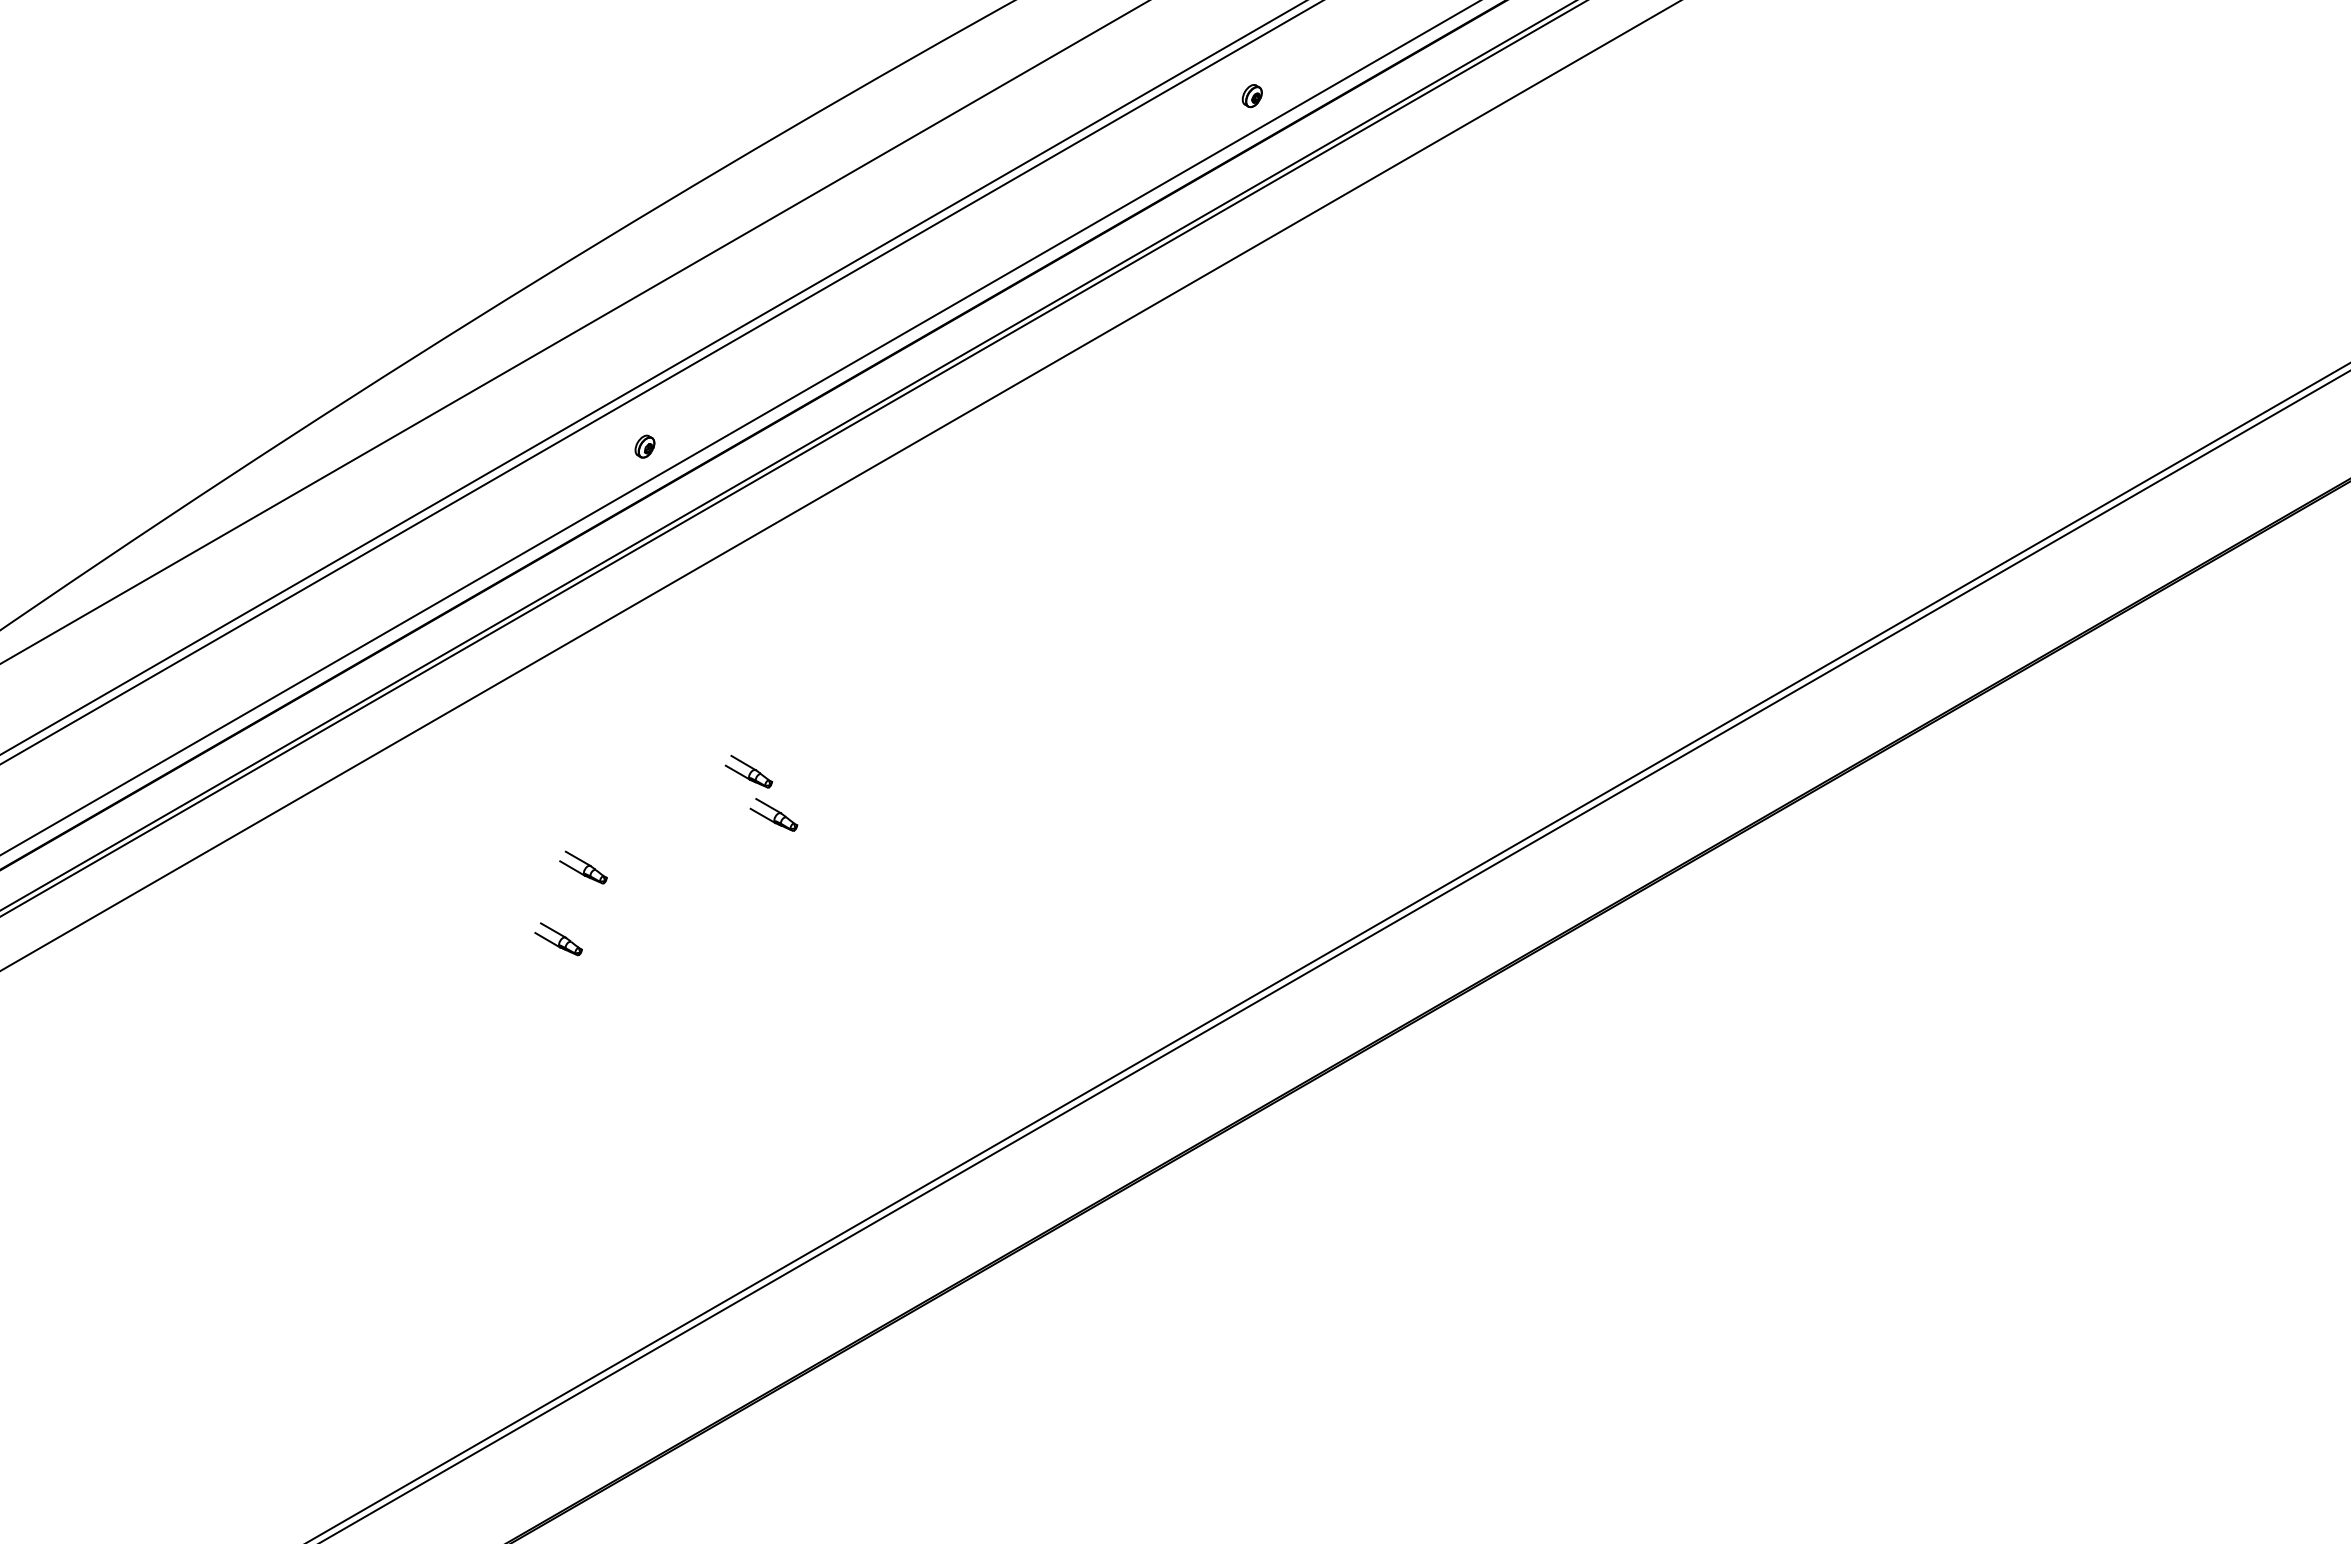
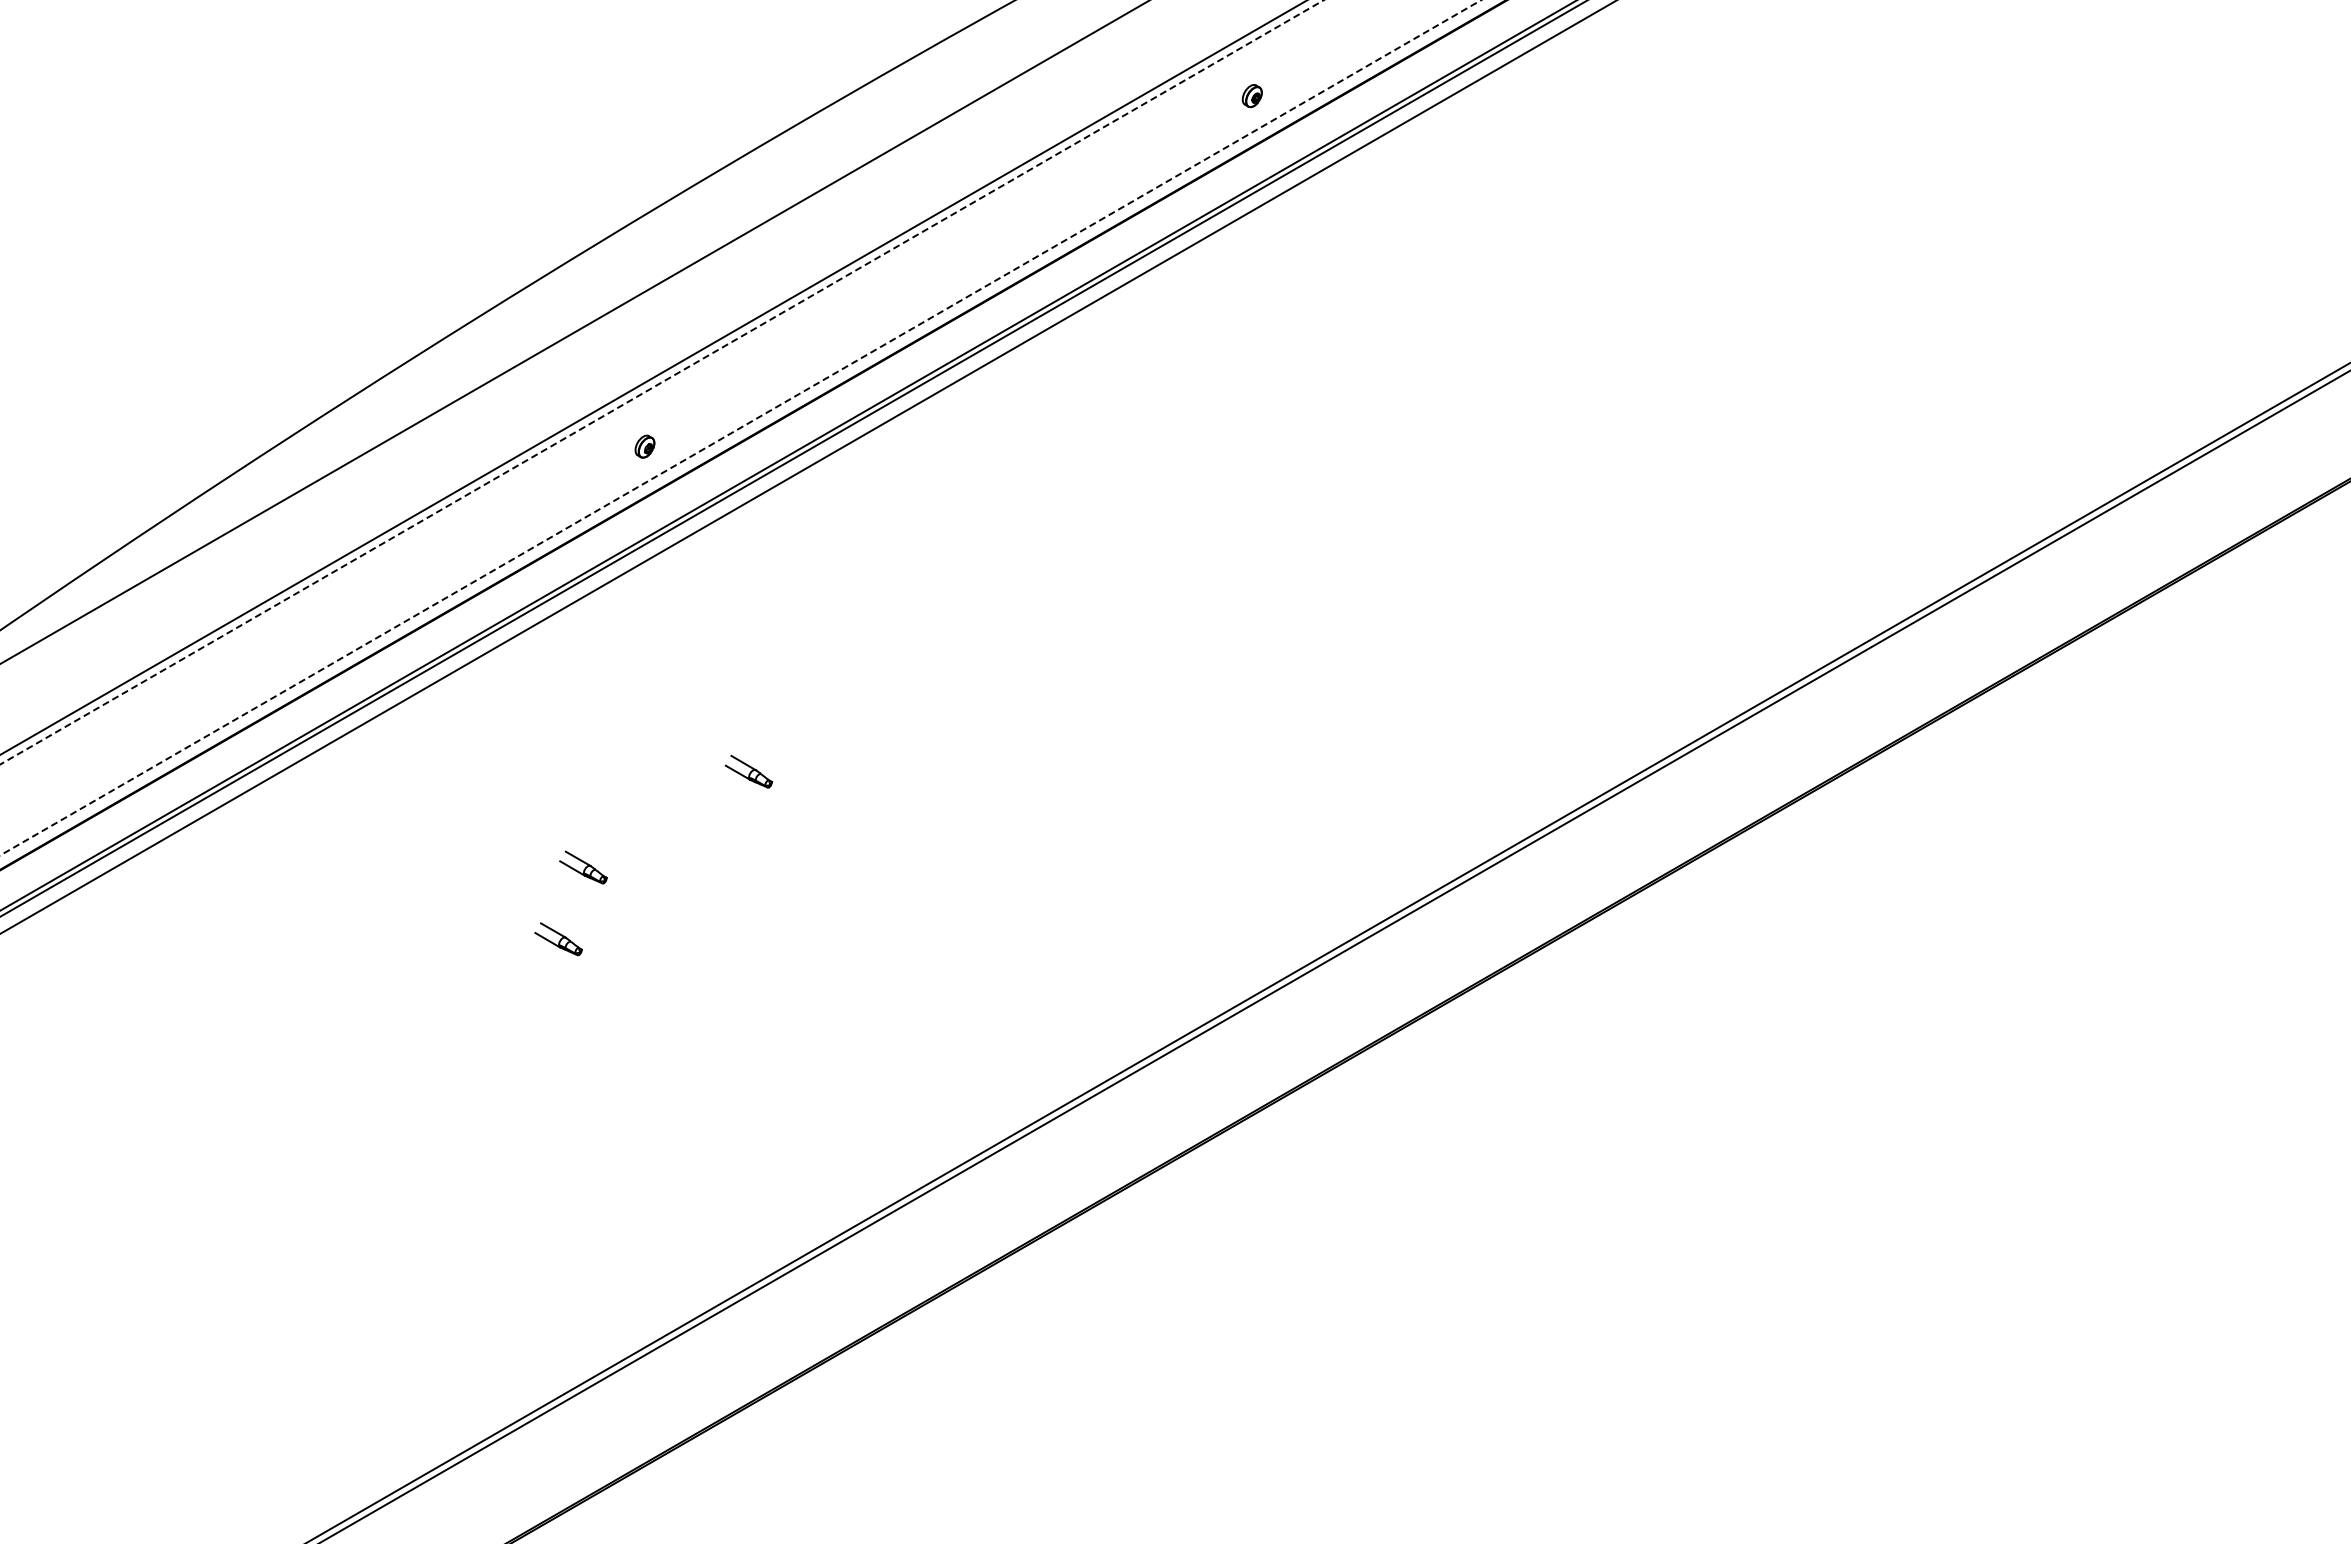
line at (661, 382): solid -> dashed
line at (740, 427): solid -> dashed
line at (840, 486) position: (840, 486) -> (807, 467)
part at (773, 814): present -> none
